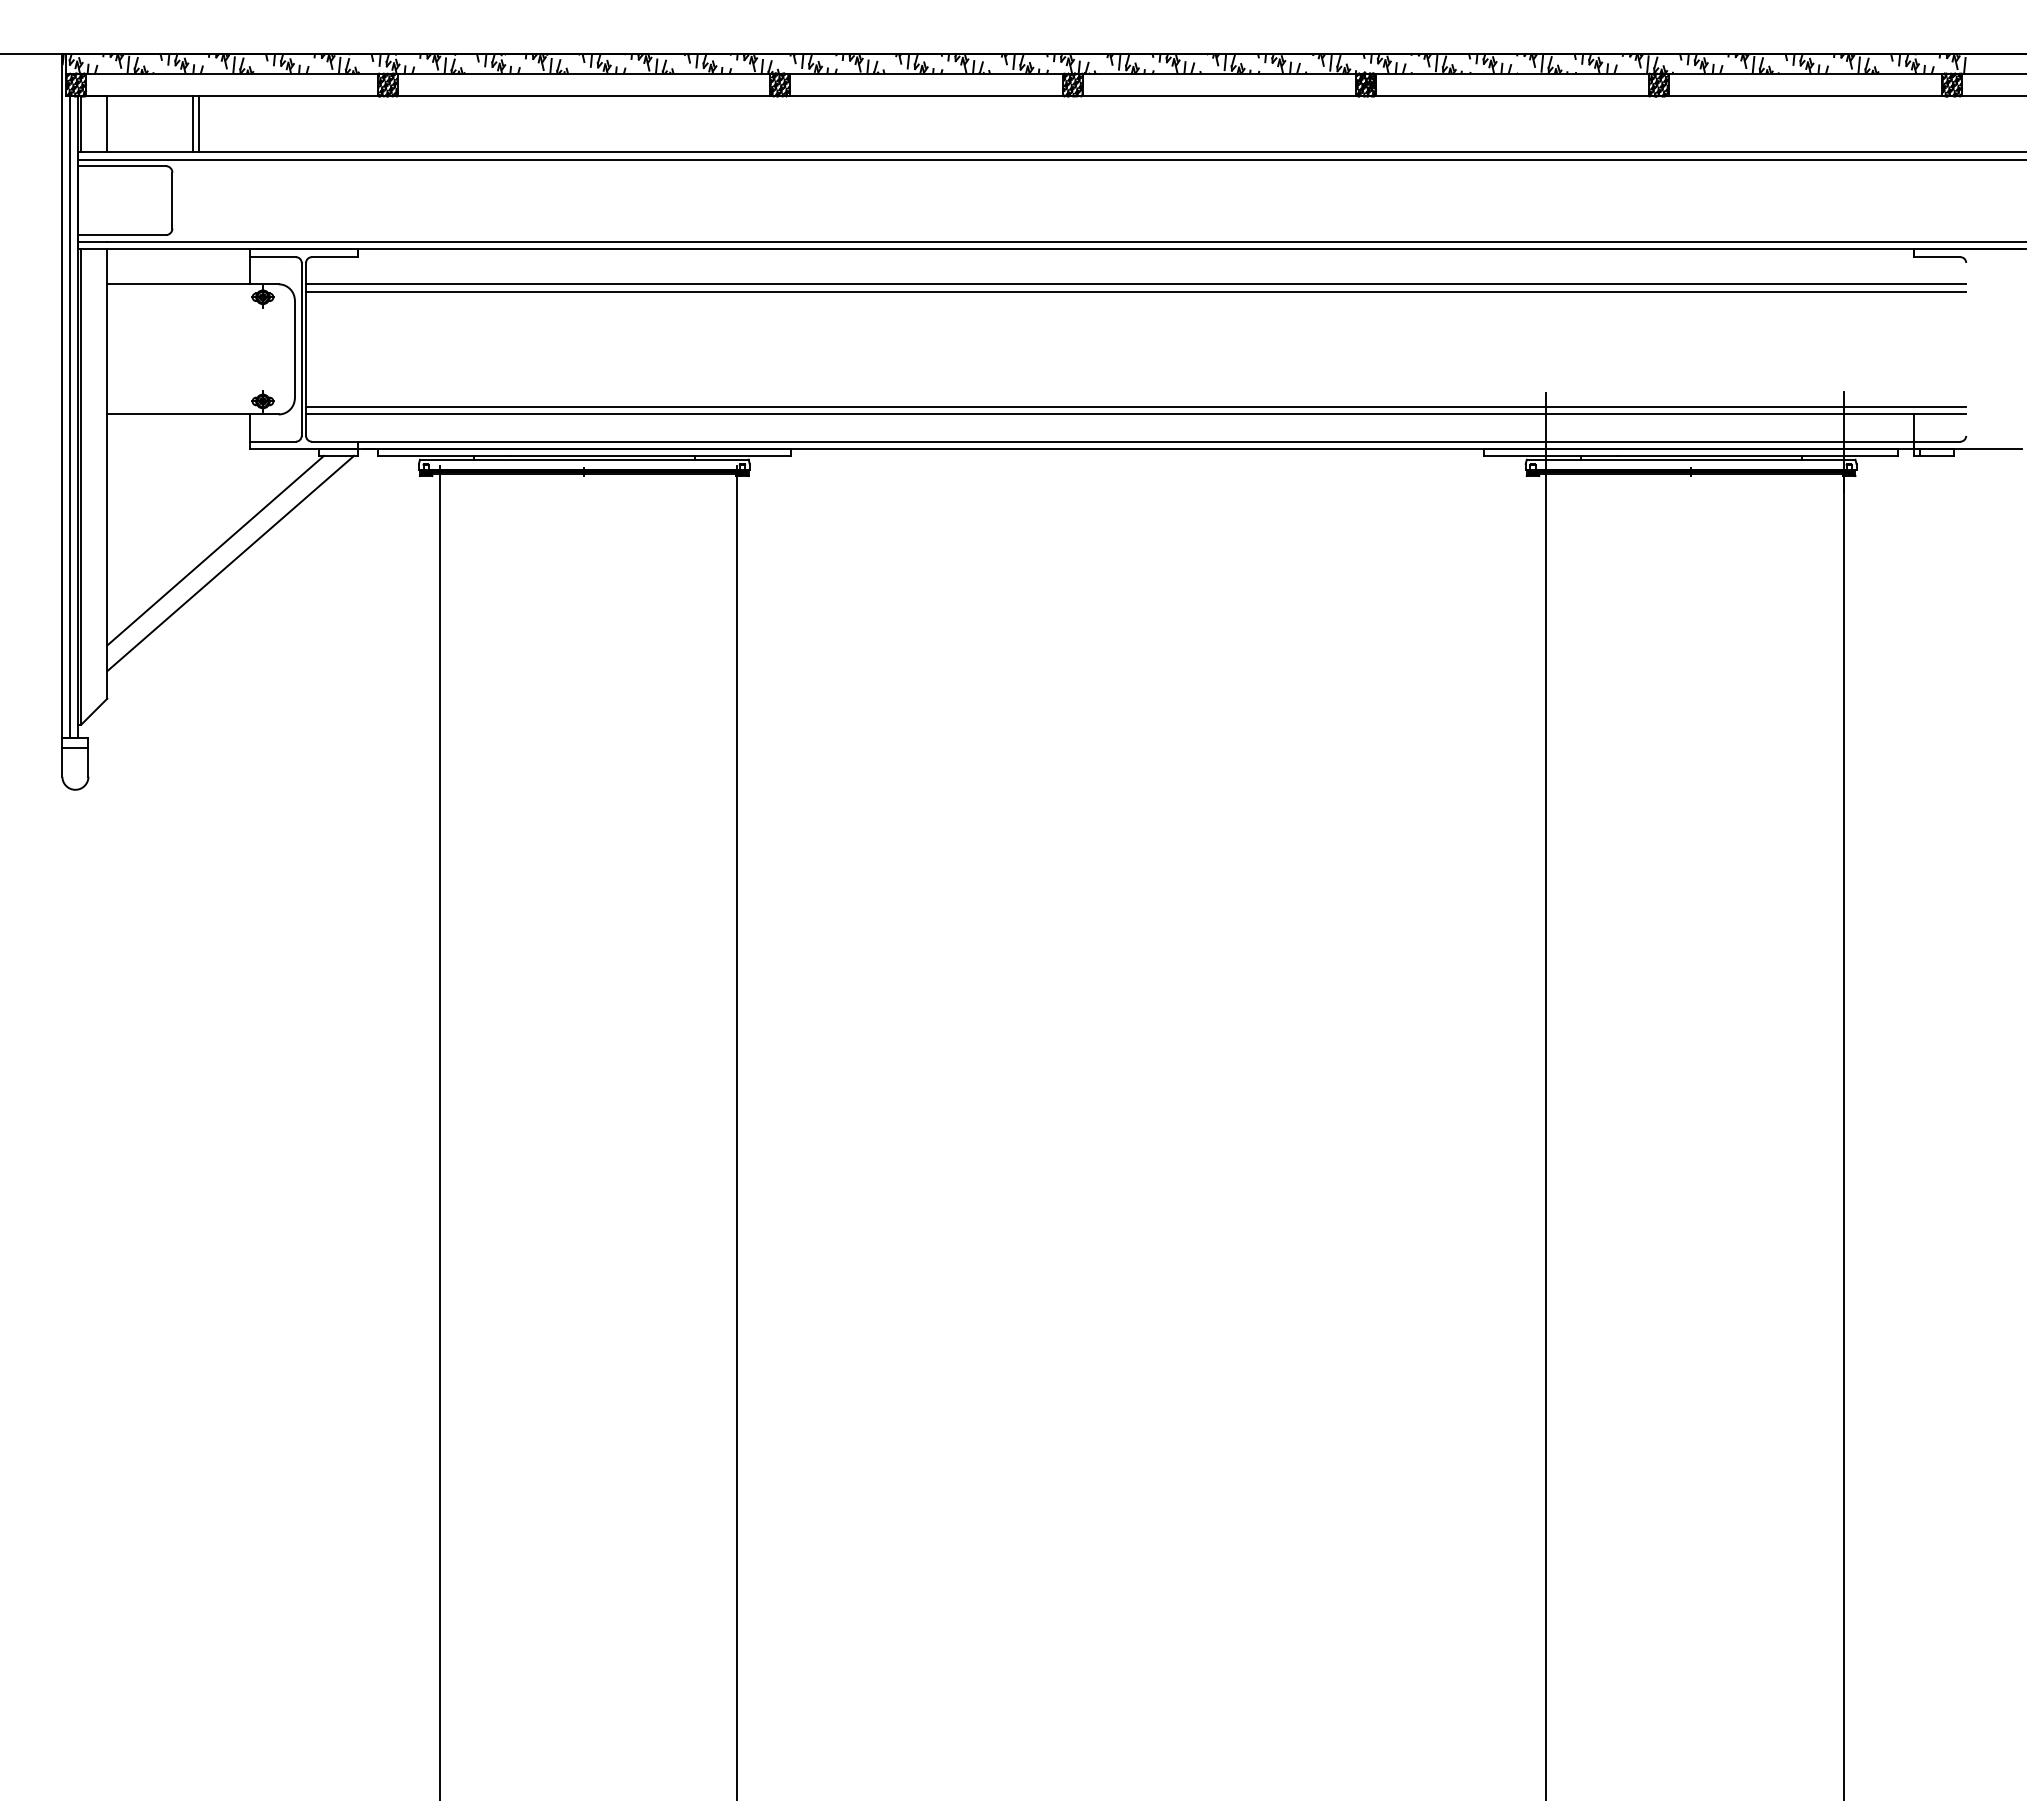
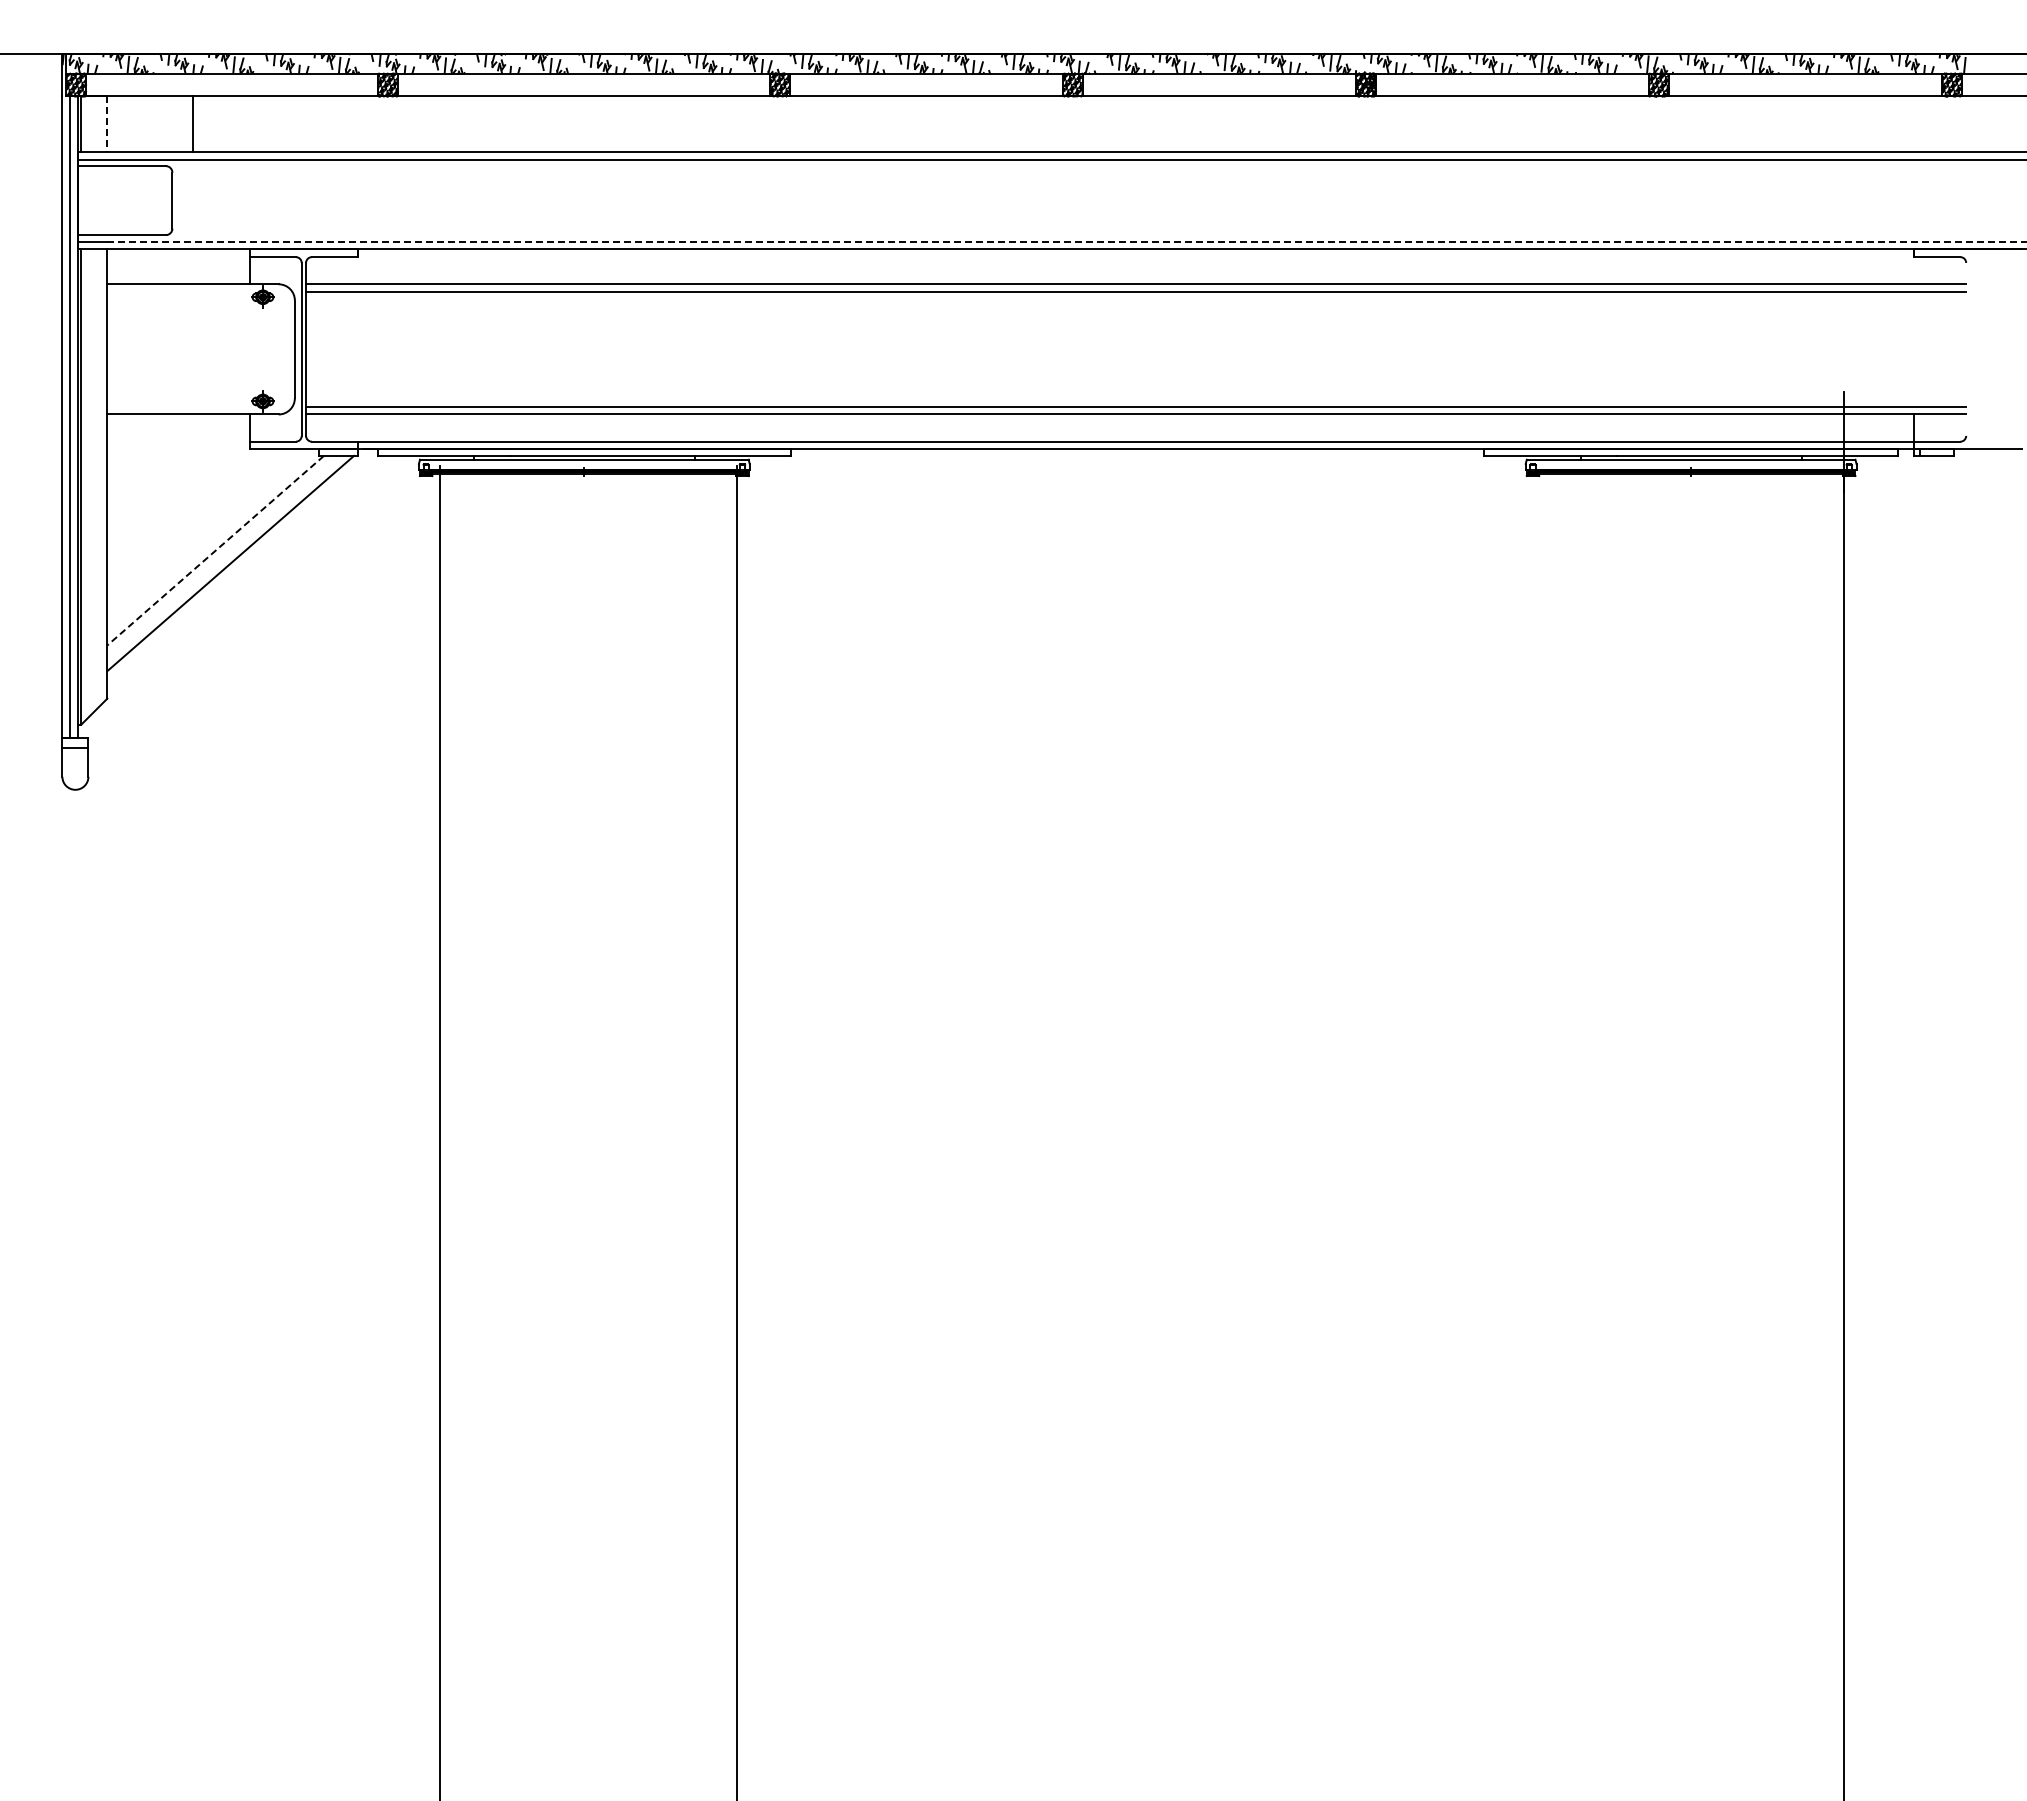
line at (199, 123): present -> none
line at (107, 124): solid -> dashed
line at (1067, 241): solid -> dashed
line at (215, 550): solid -> dashed
line at (1546, 1094): present -> none
